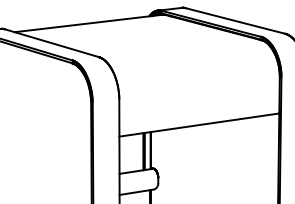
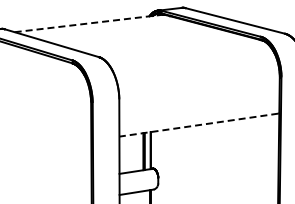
line at (89, 23): solid -> dashed
line at (198, 125): solid -> dashed
